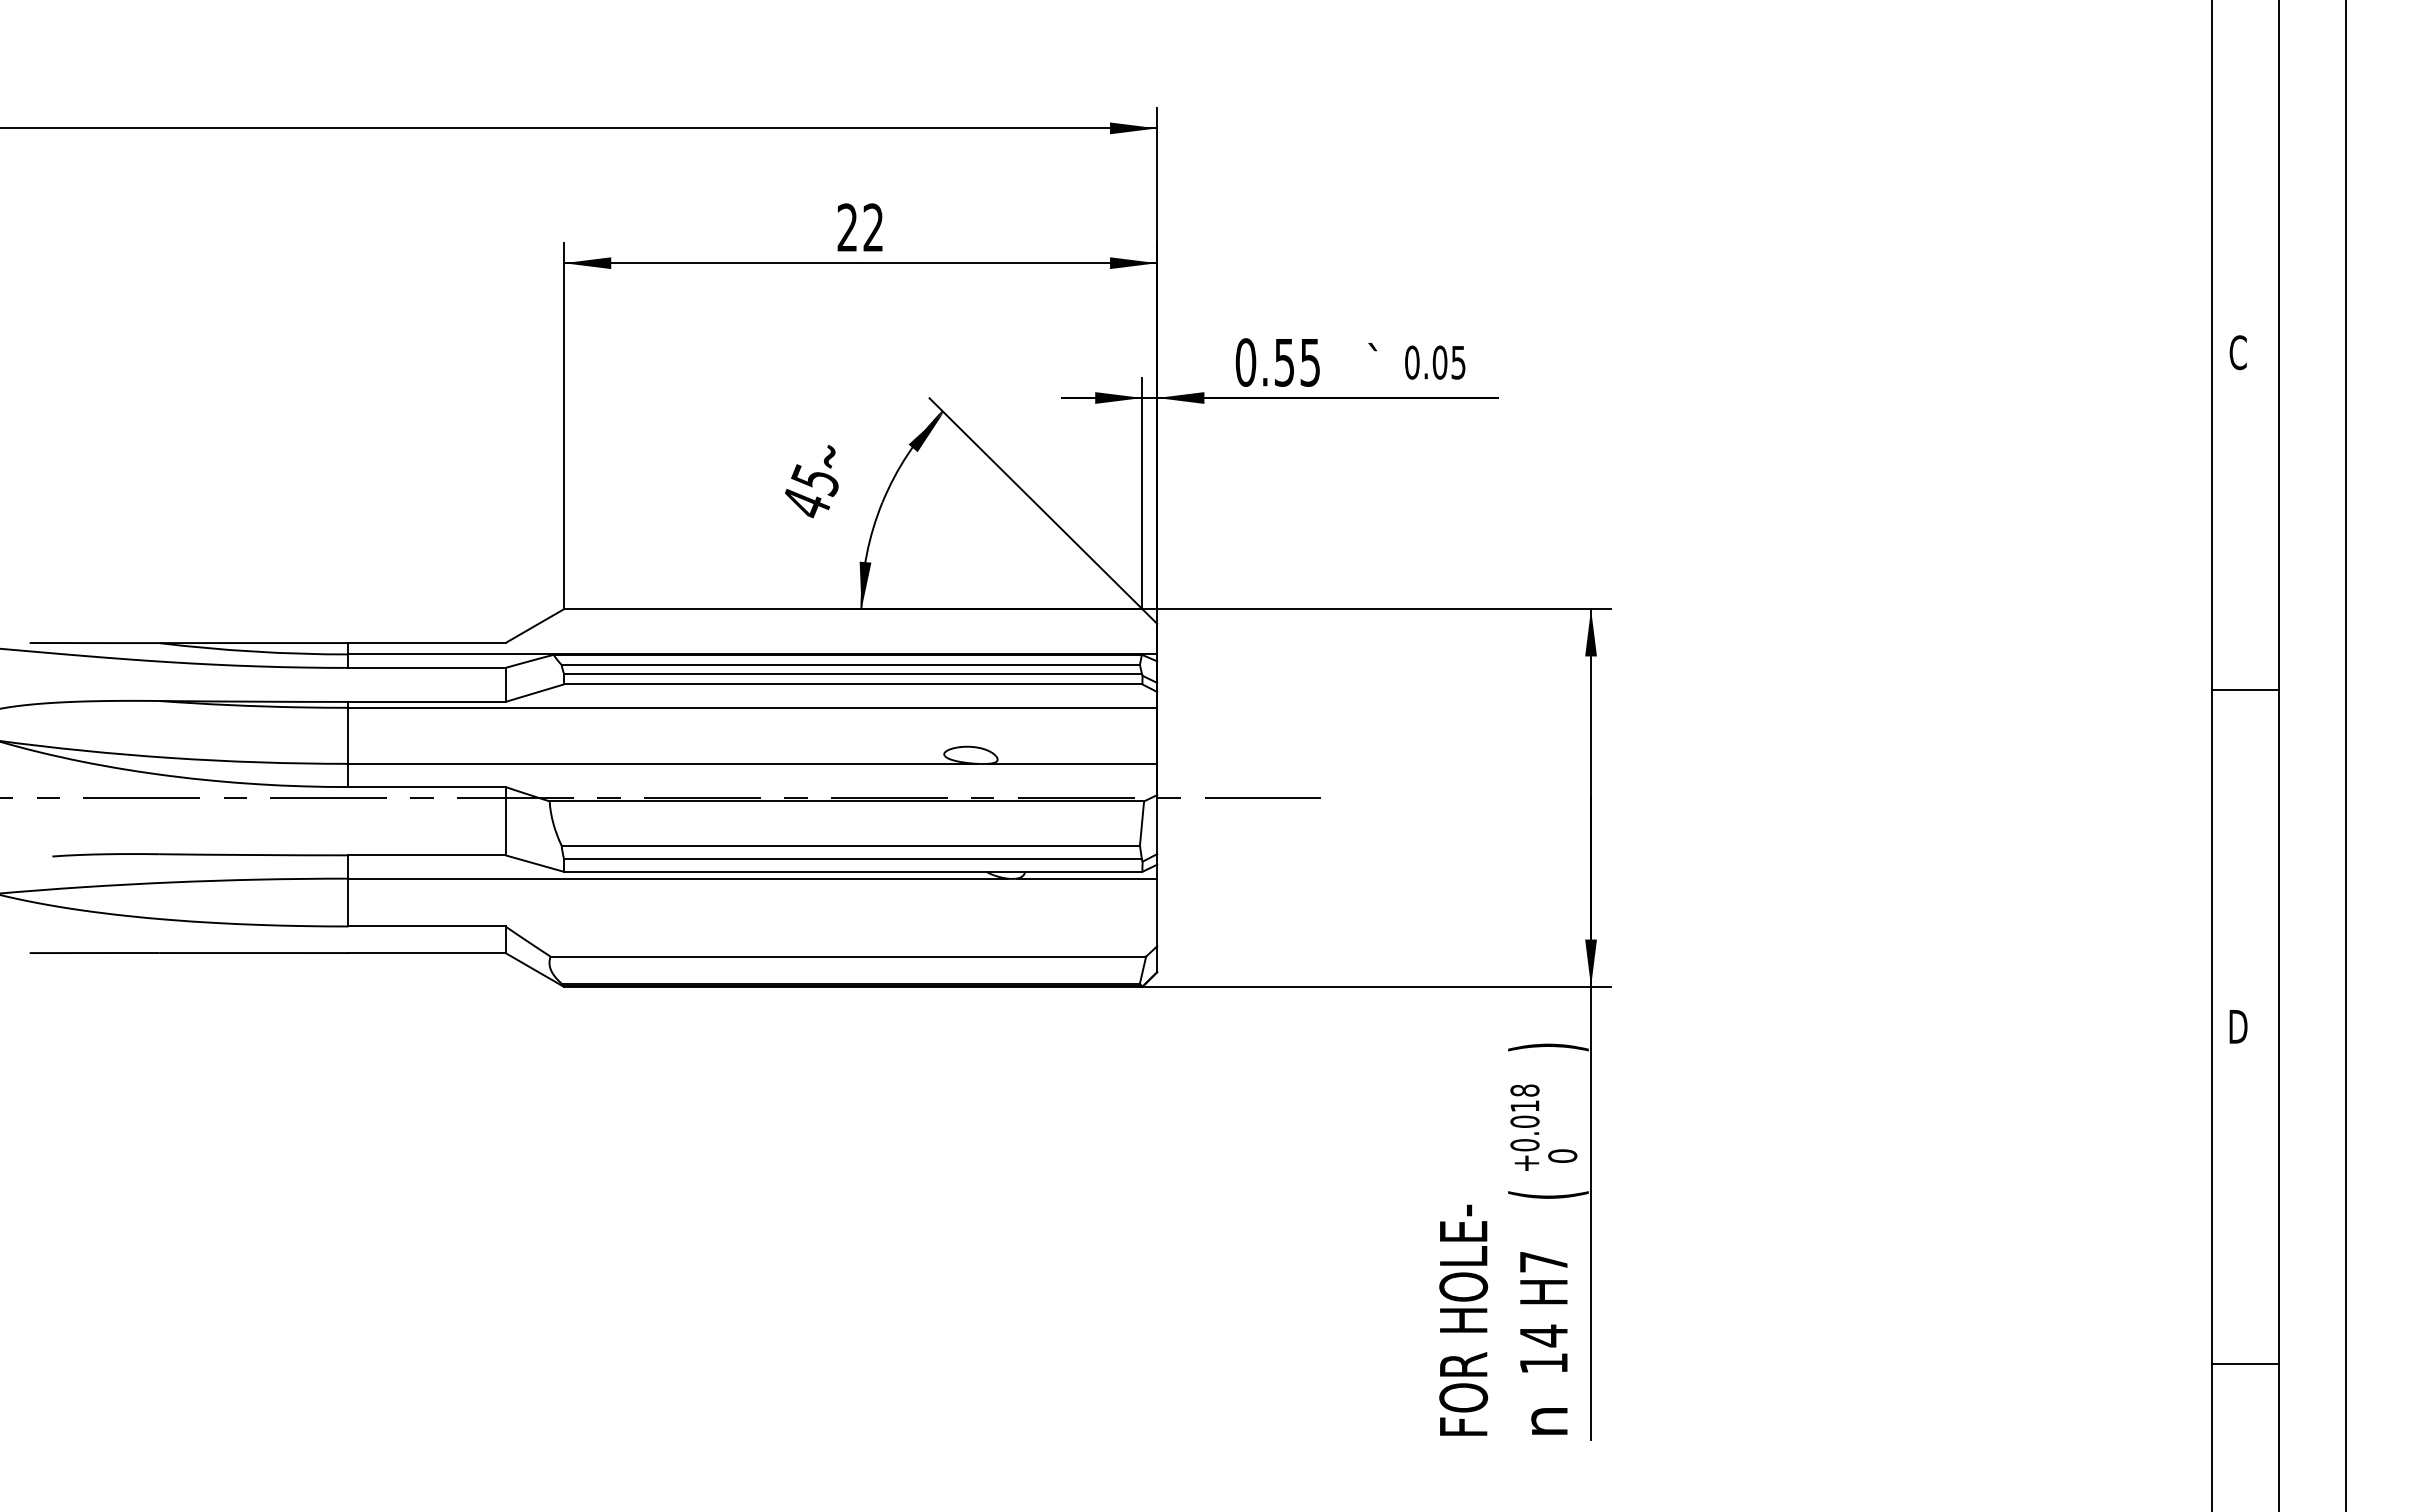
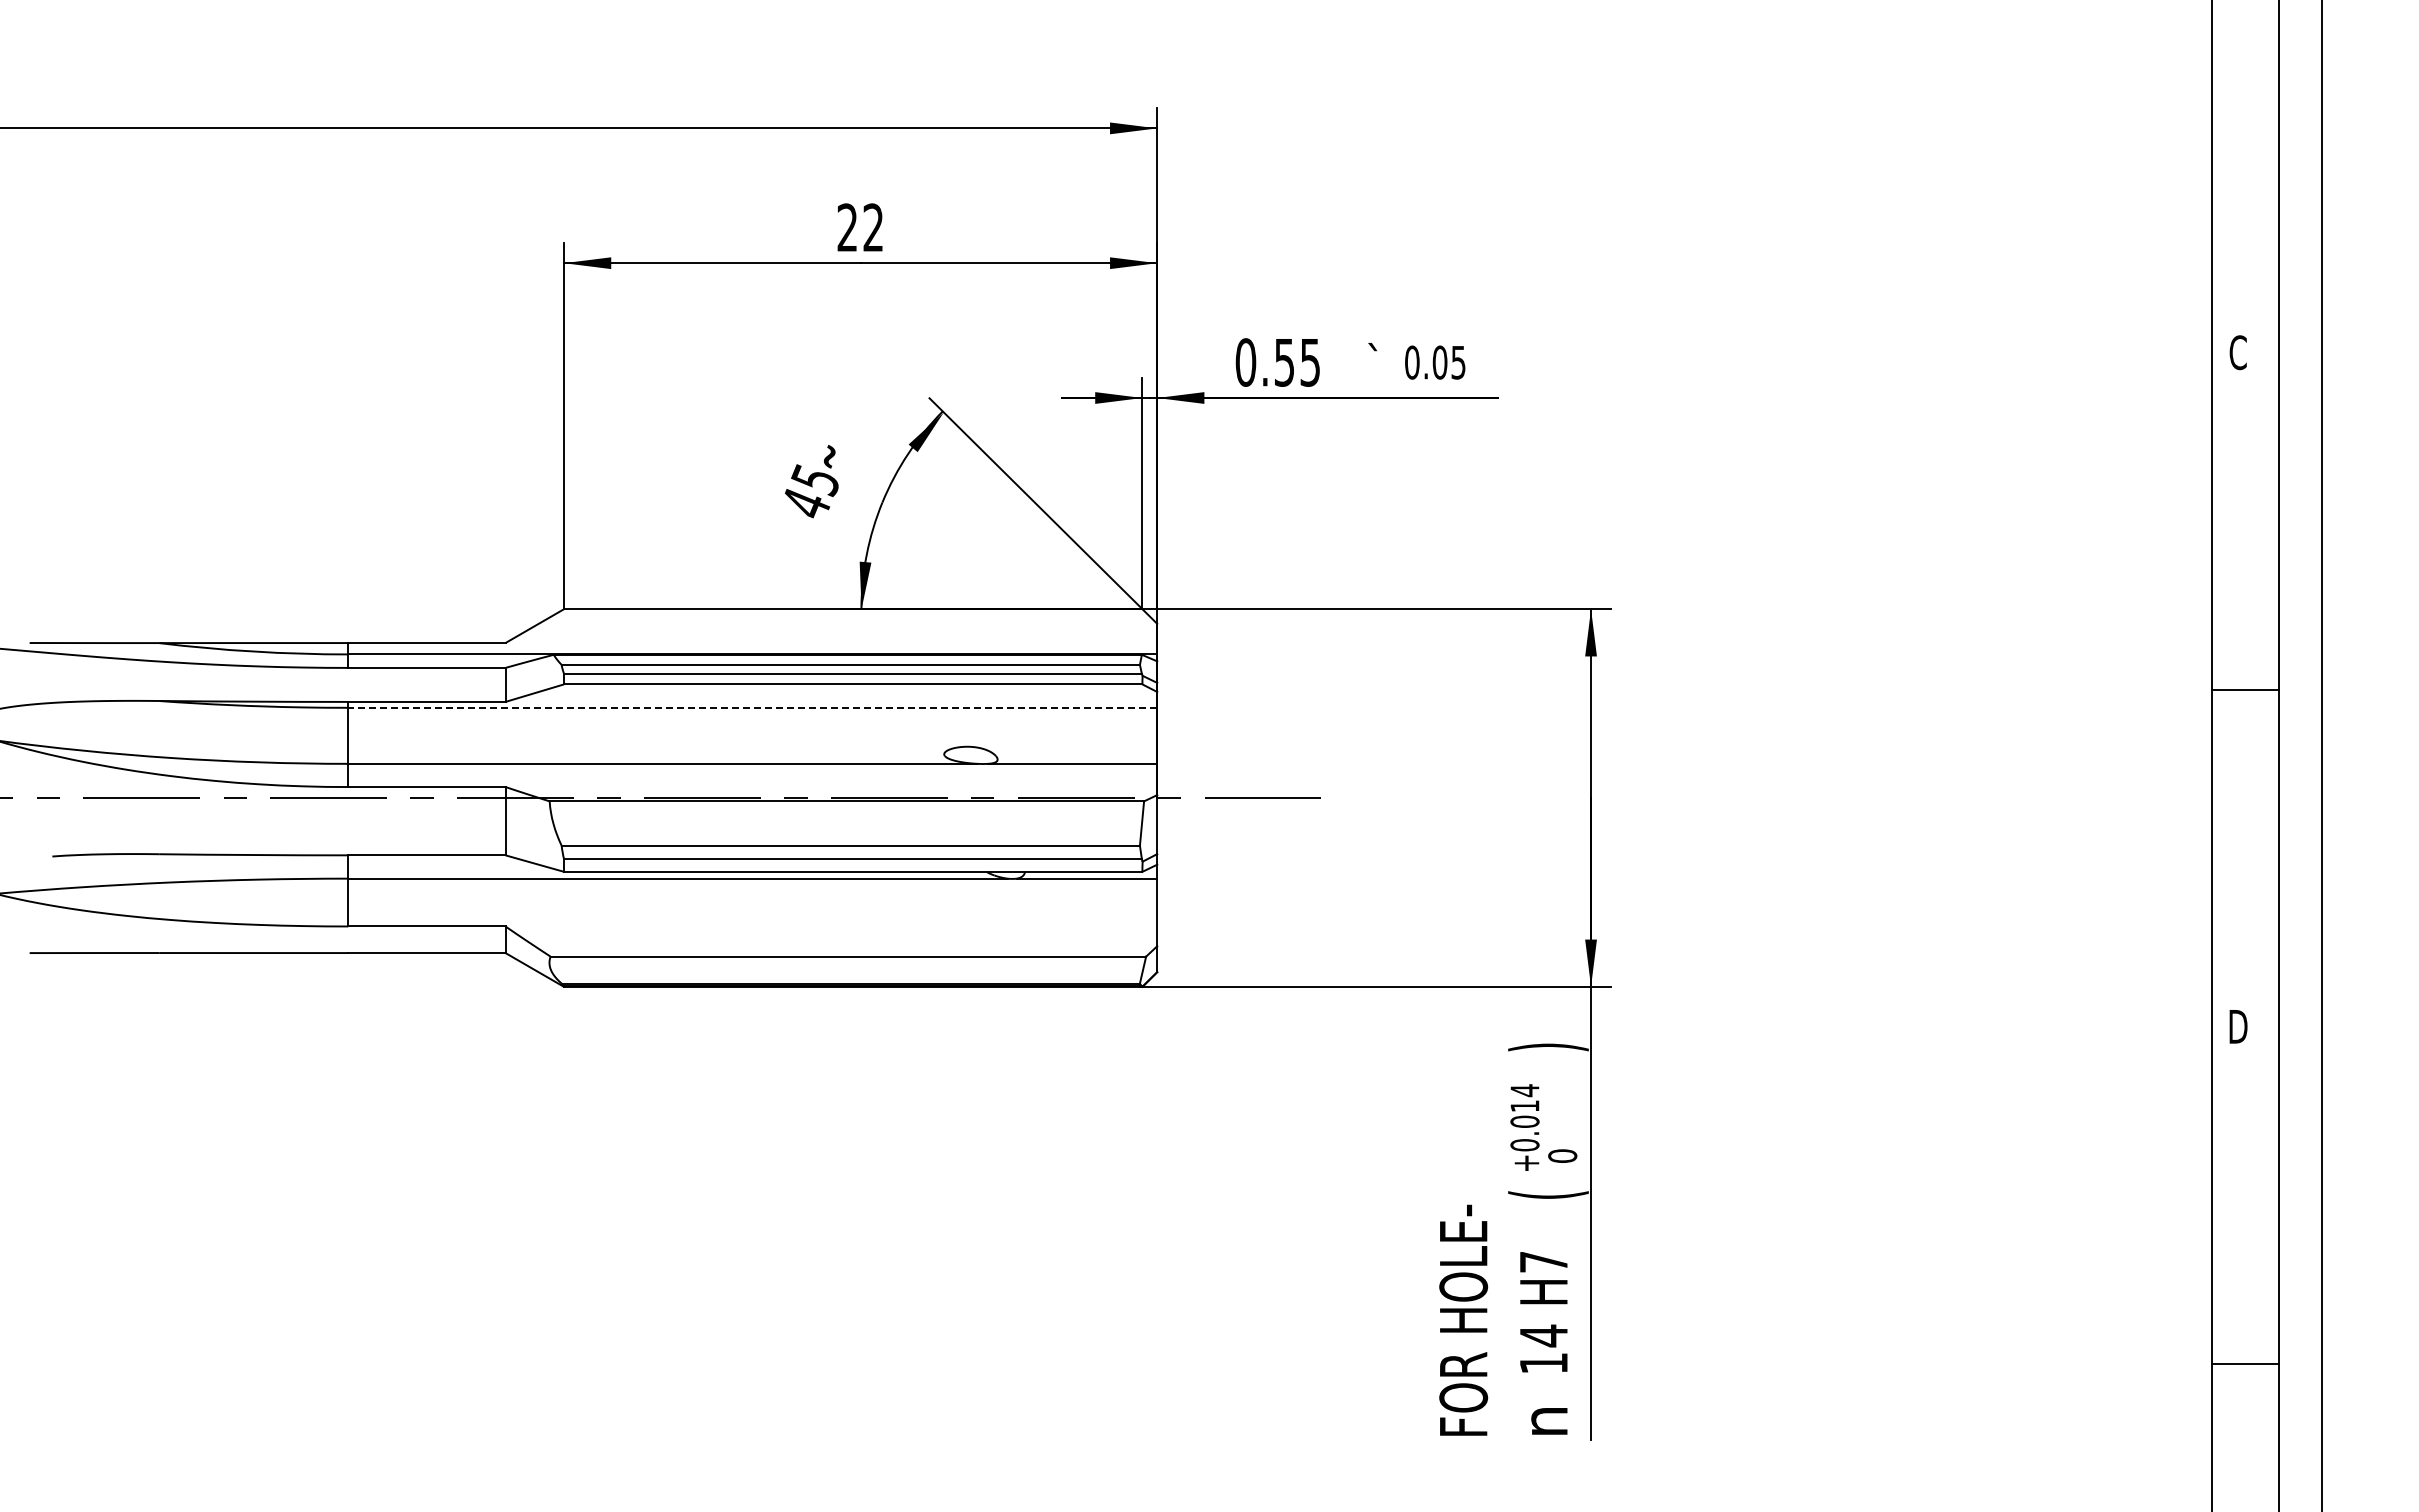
line at (752, 707): solid -> dashed
line at (2346, 755) position: (2346, 755) -> (2322, 755)
text at (1524, 1090): +0.018 -> +0.014
